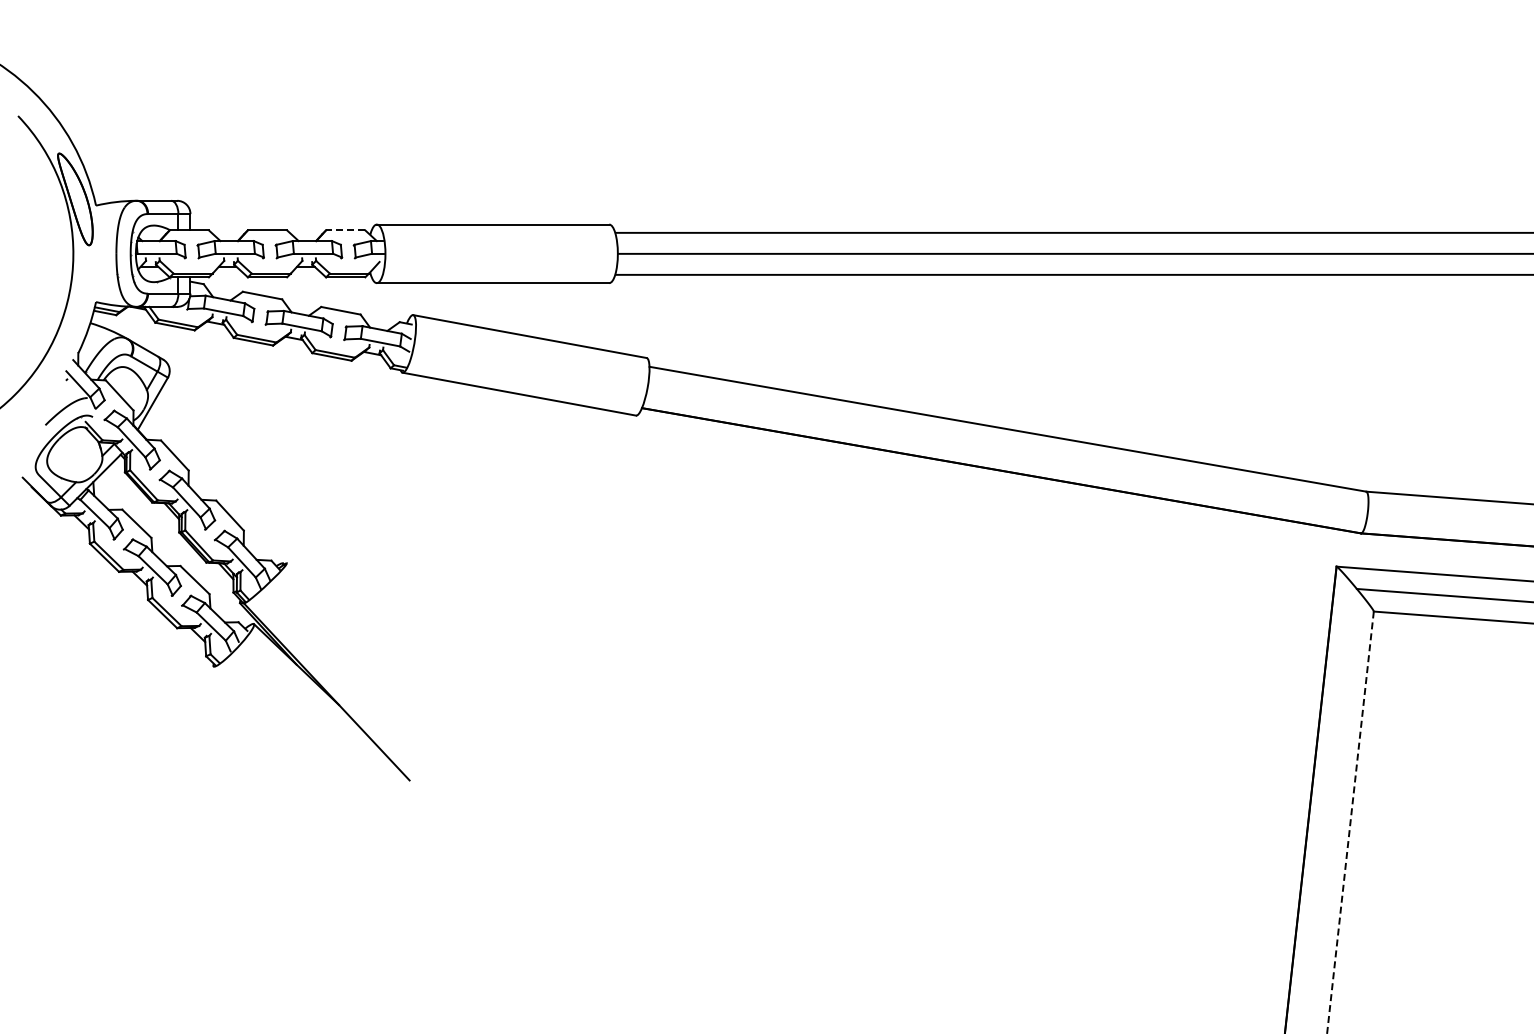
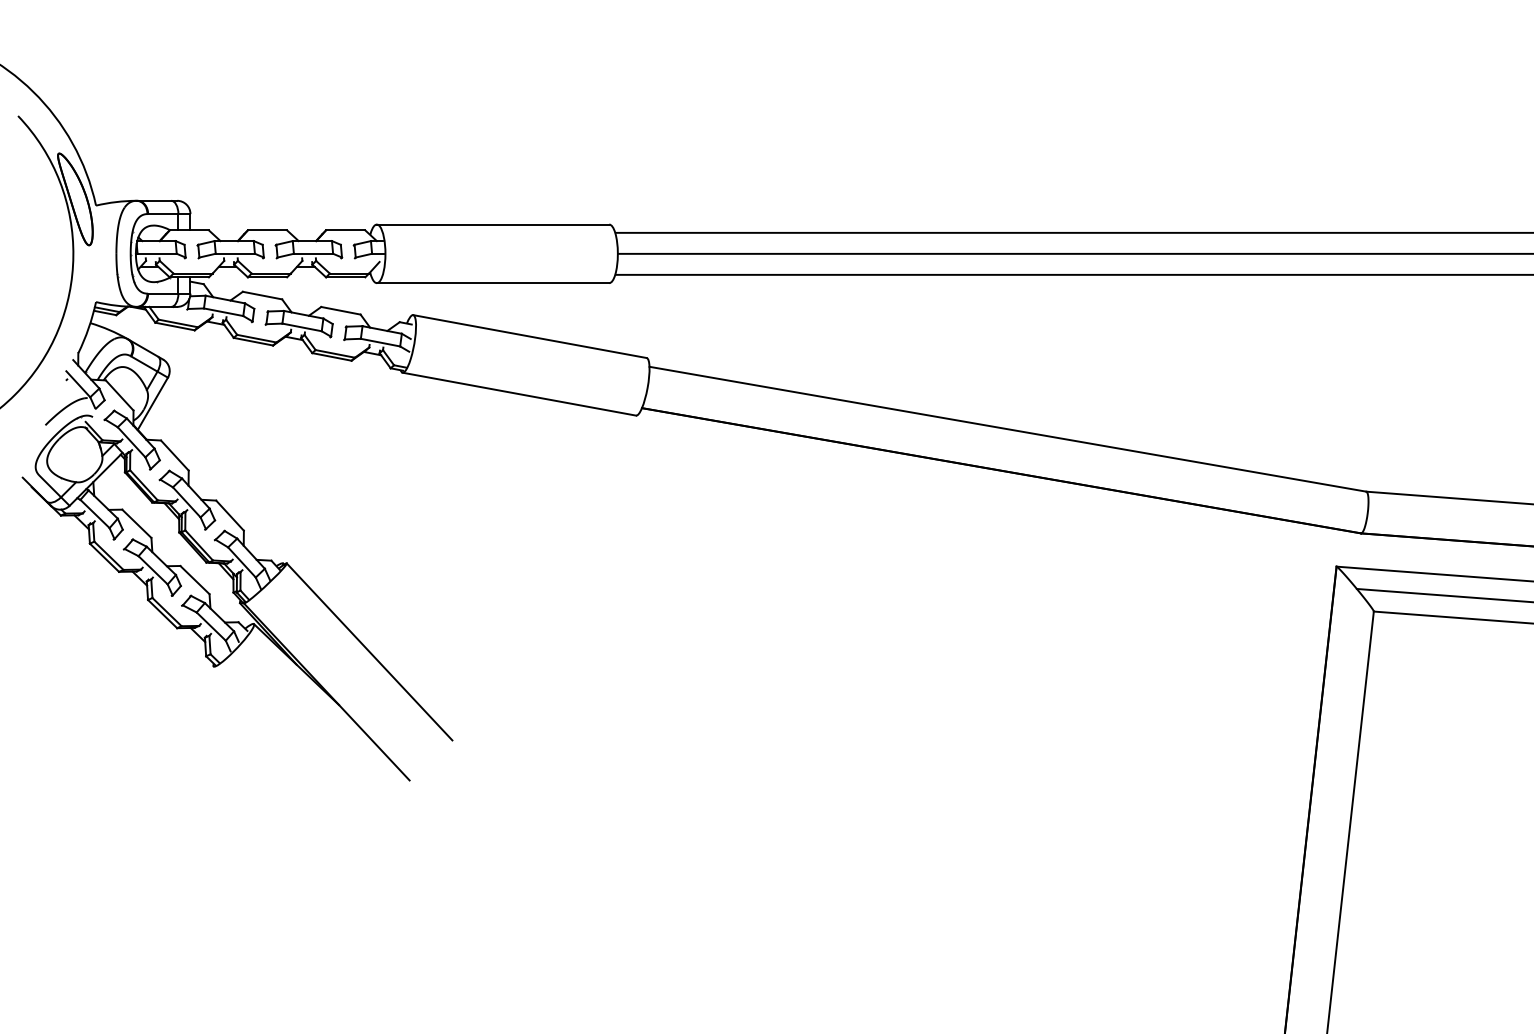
line at (345, 230): dashed -> solid
line at (369, 651): none -> present
line at (1350, 822): dashed -> solid
